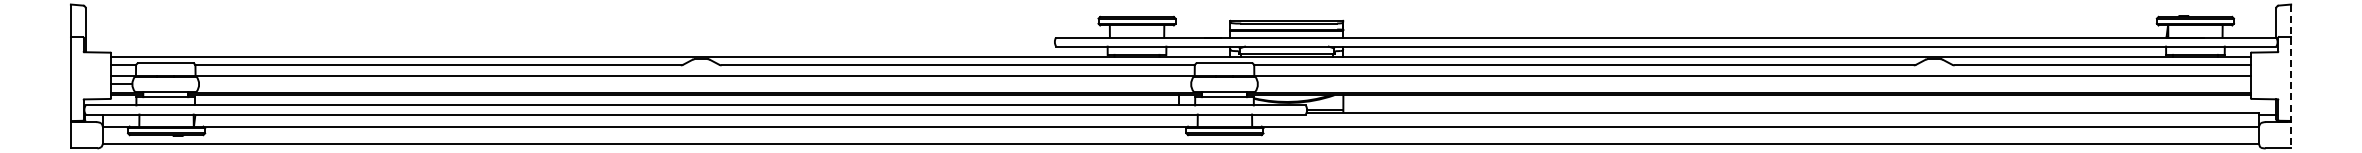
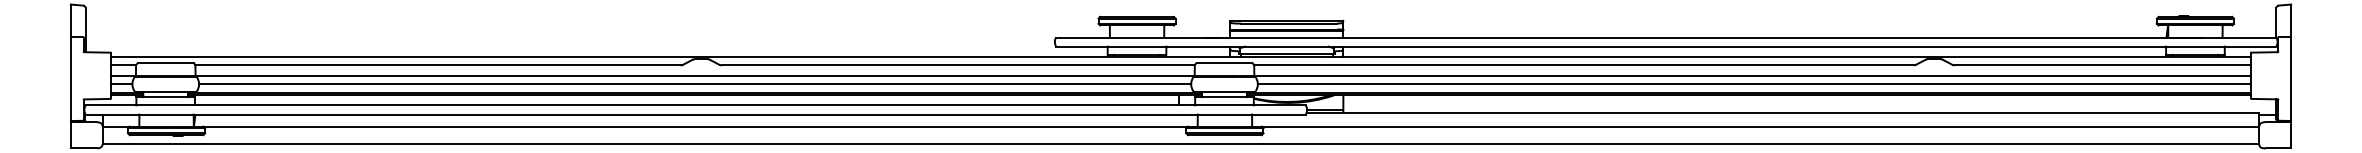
line at (2291, 76): dashed -> solid
line at (695, 84): none -> present
line at (1753, 84): none -> present
